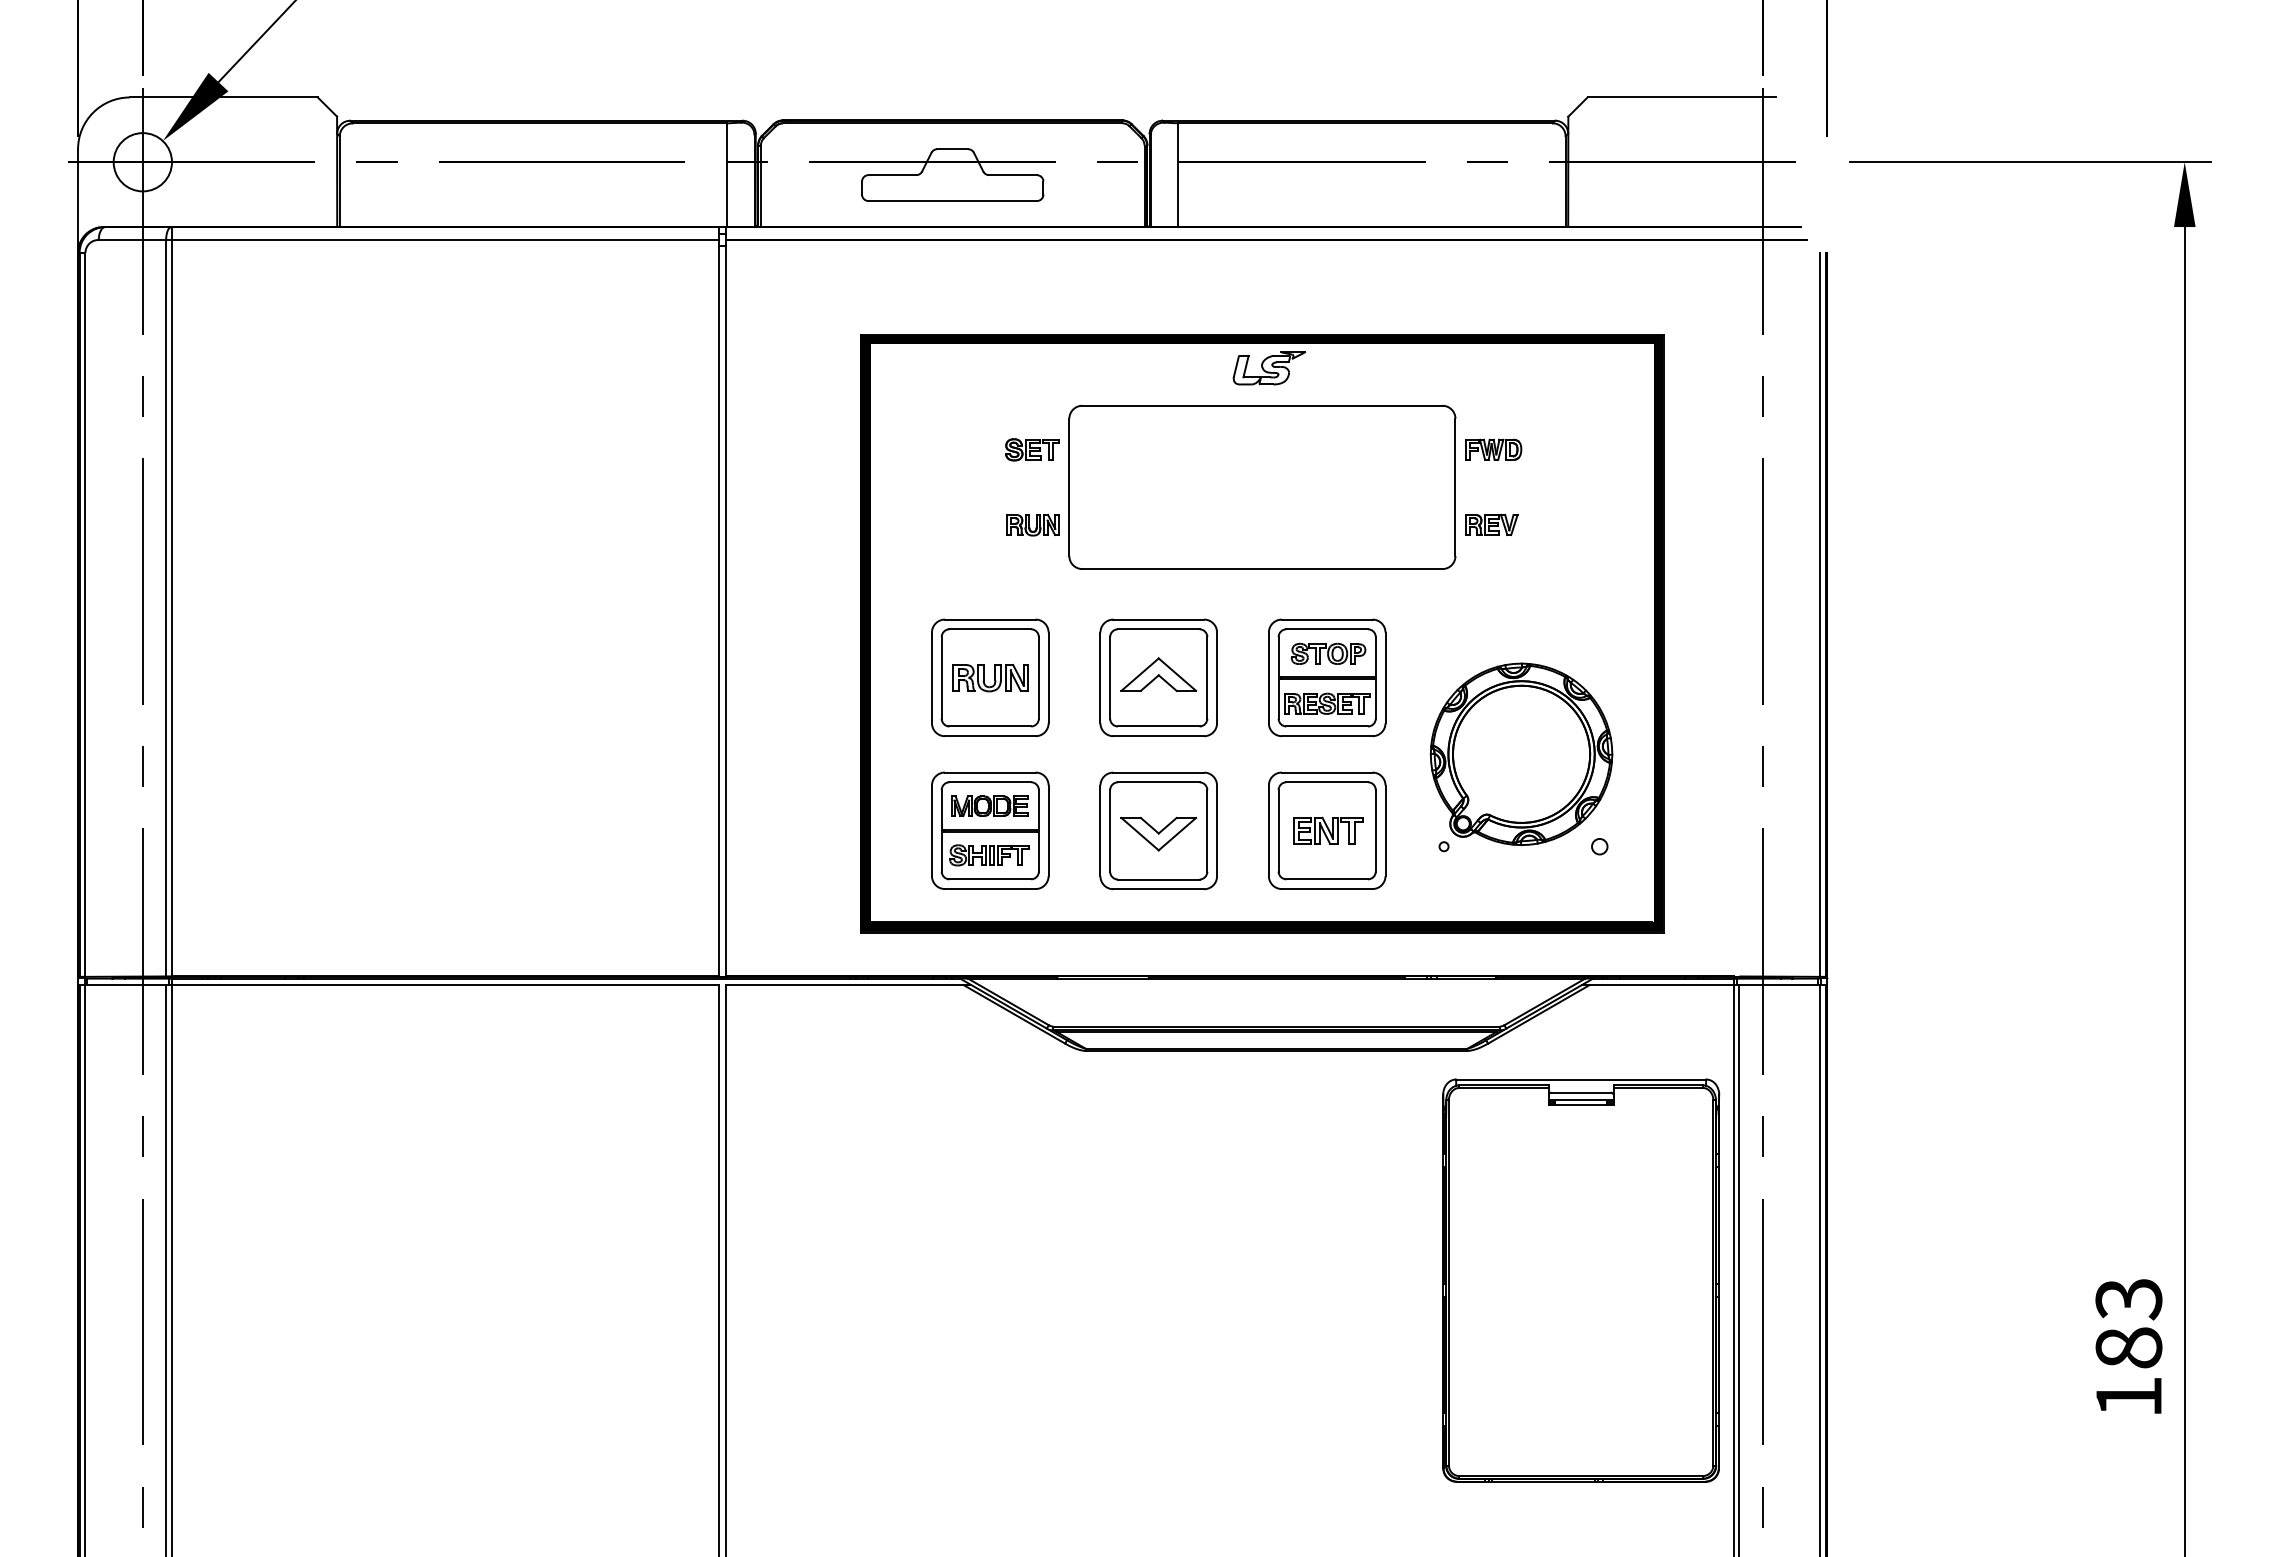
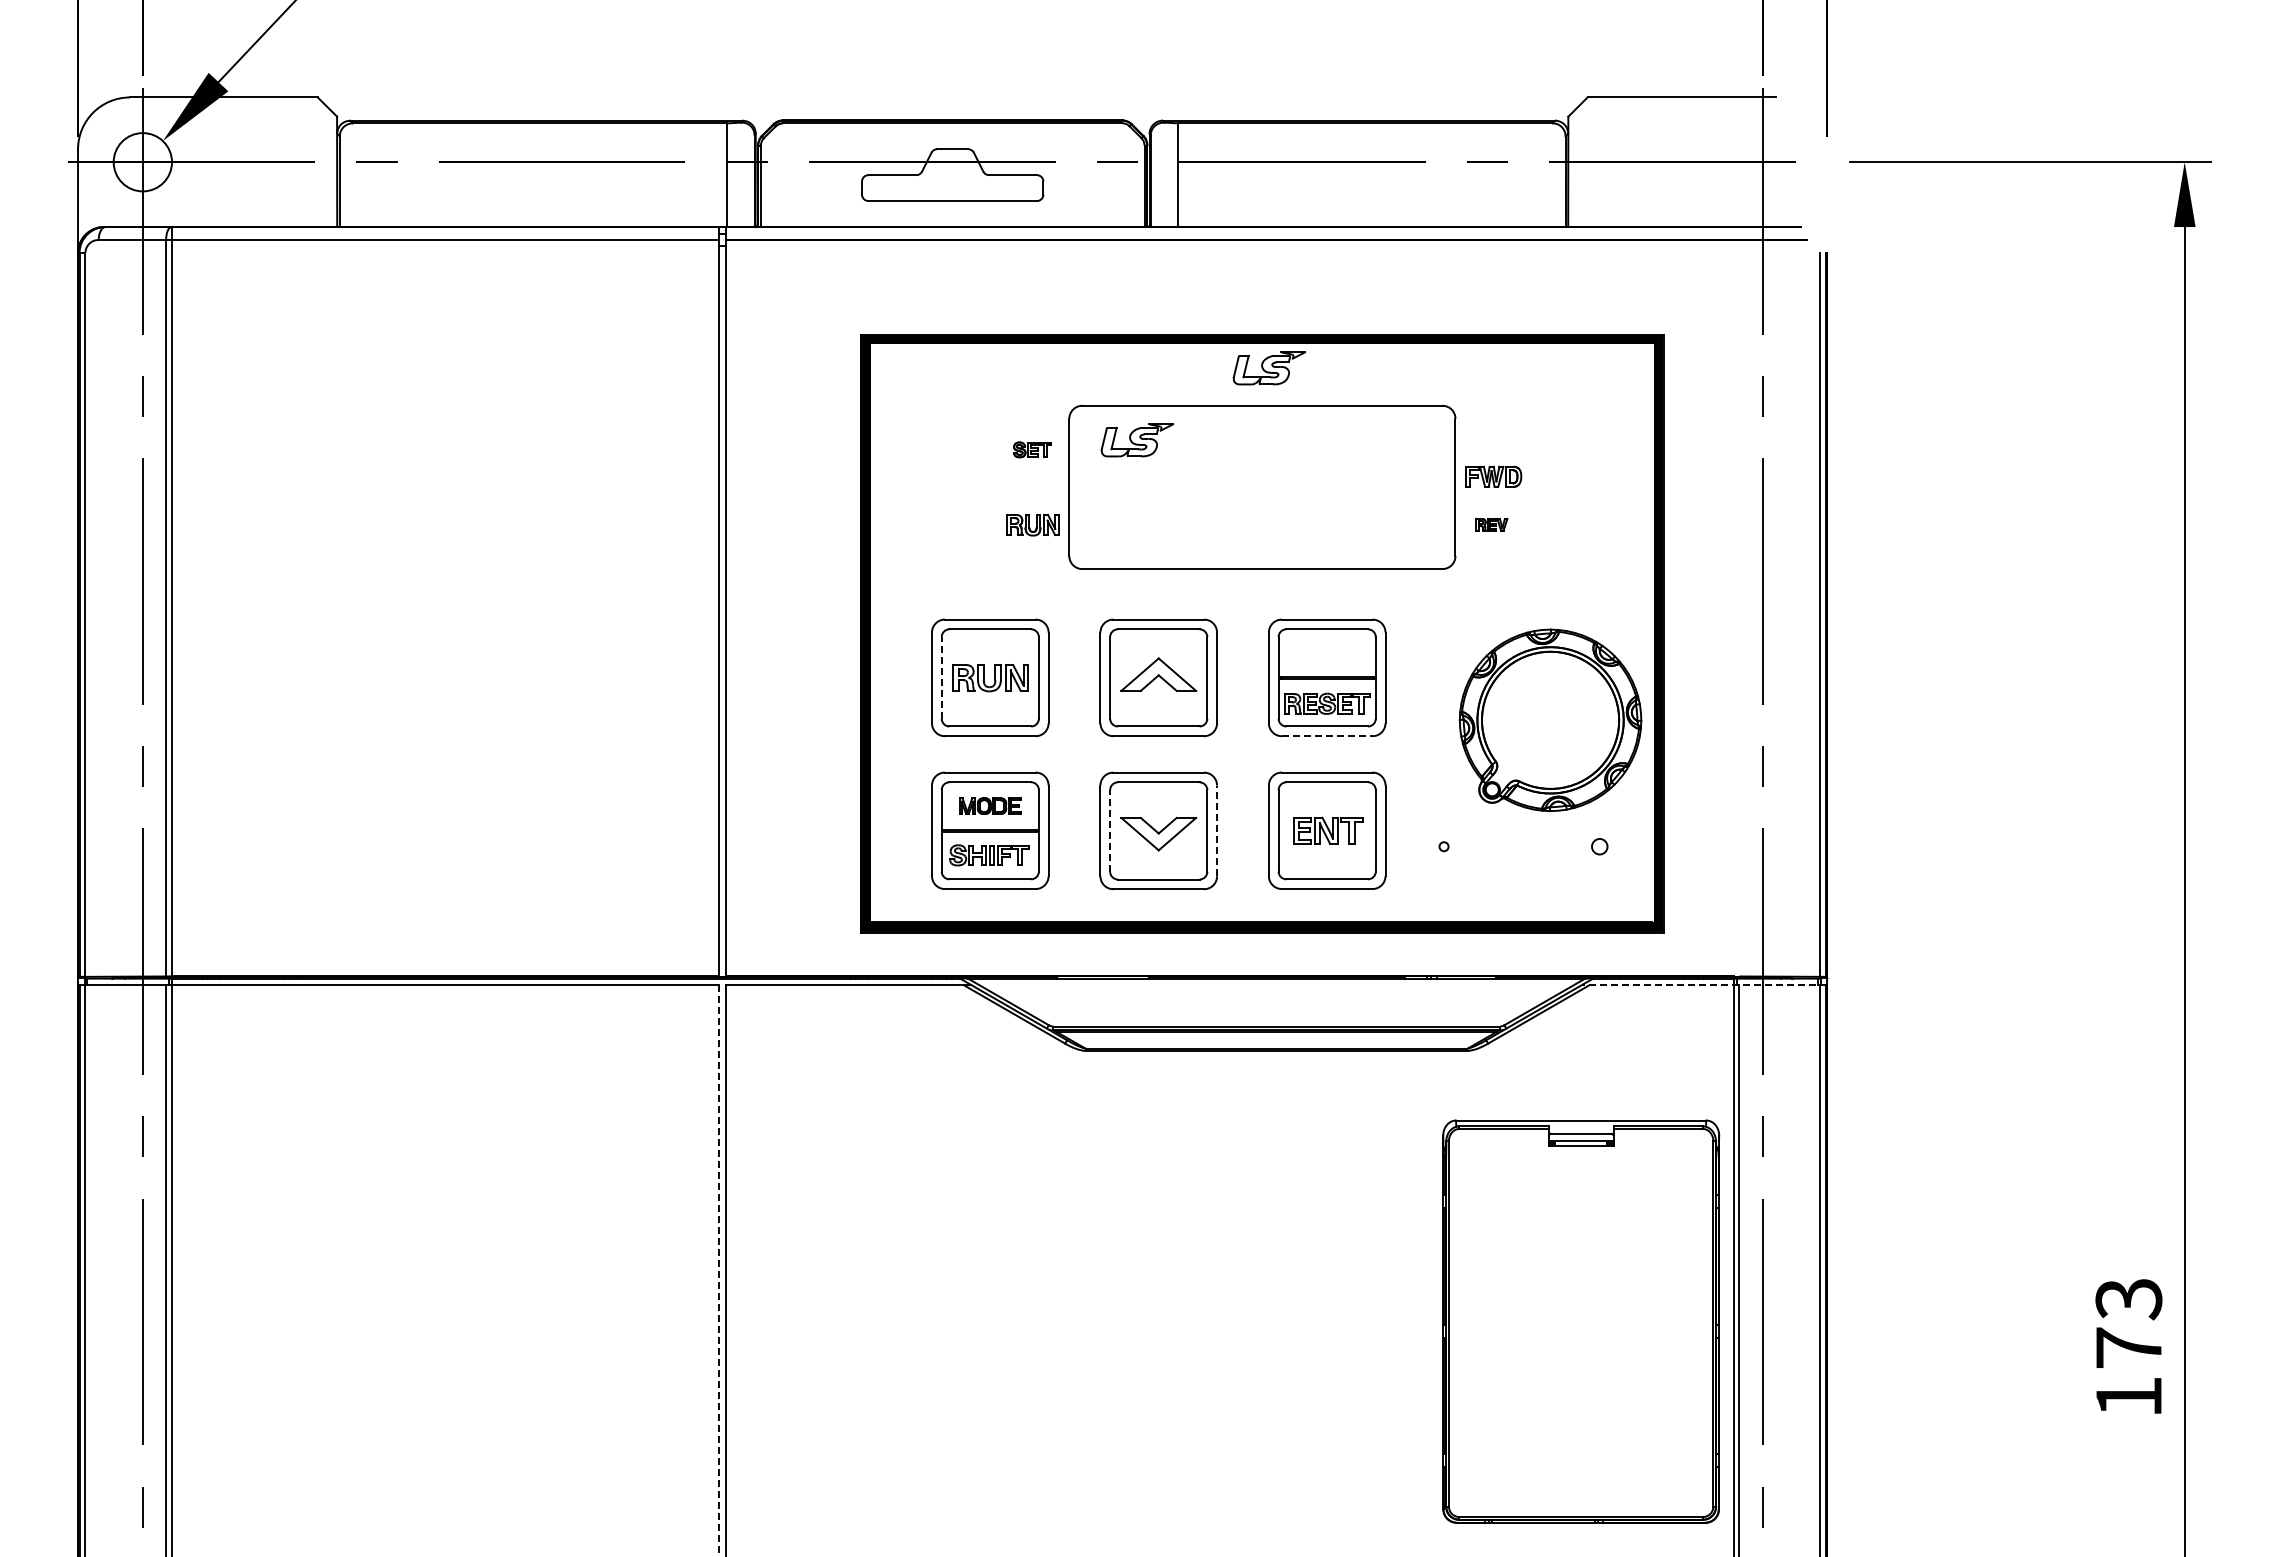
part at (1136, 440): none -> present
part at (1032, 449) size: 55x24 px -> 39x18 px
part at (1493, 449) position: (1493, 449) -> (1493, 476)
part at (1491, 524) size: 54x22 px -> 34x14 px
part at (1328, 653): present -> none
line at (941, 677): solid -> dashed
line at (1327, 736): solid -> dashed
part at (1521, 753) position: (1521, 753) -> (1550, 719)
part at (989, 805) size: 78x22 px -> 63x18 px
line at (1110, 830): solid -> dashed
line at (1217, 830): solid -> dashed
line at (1704, 985): solid -> dashed
line at (719, 1270): solid -> dashed
part at (1581, 1280) position: (1581, 1280) -> (1581, 1321)
text at (2128, 1347): 183 -> 173
